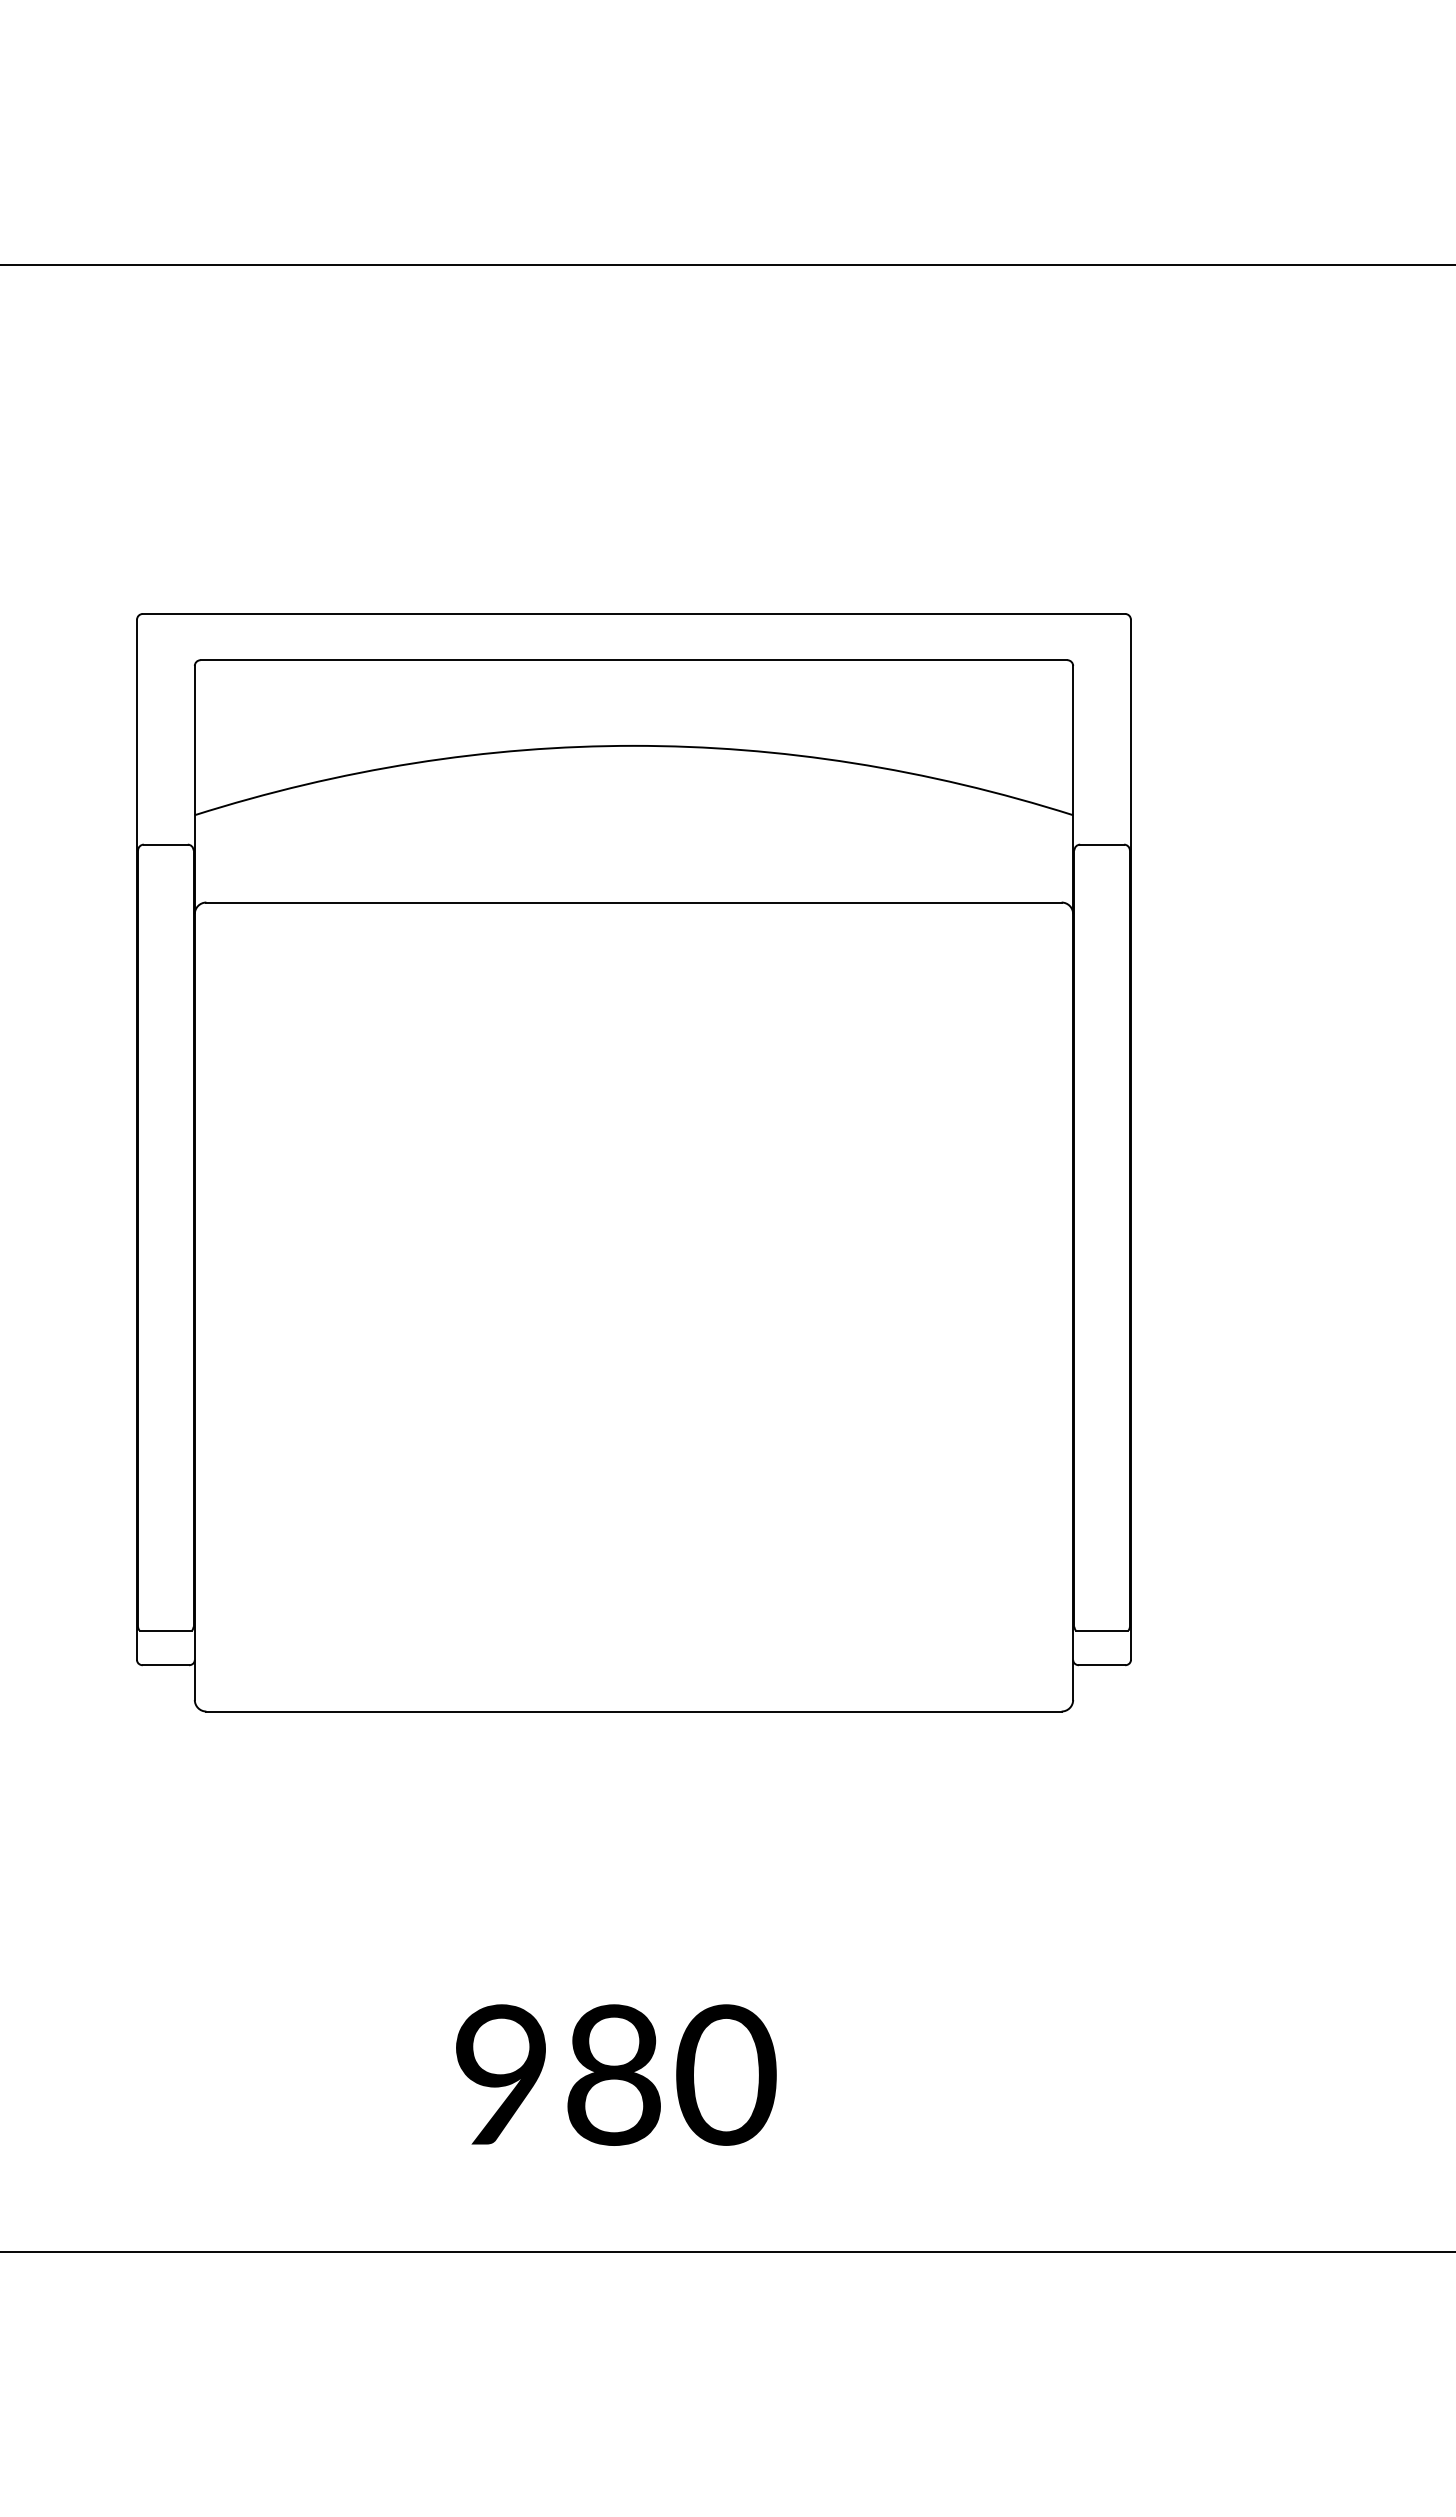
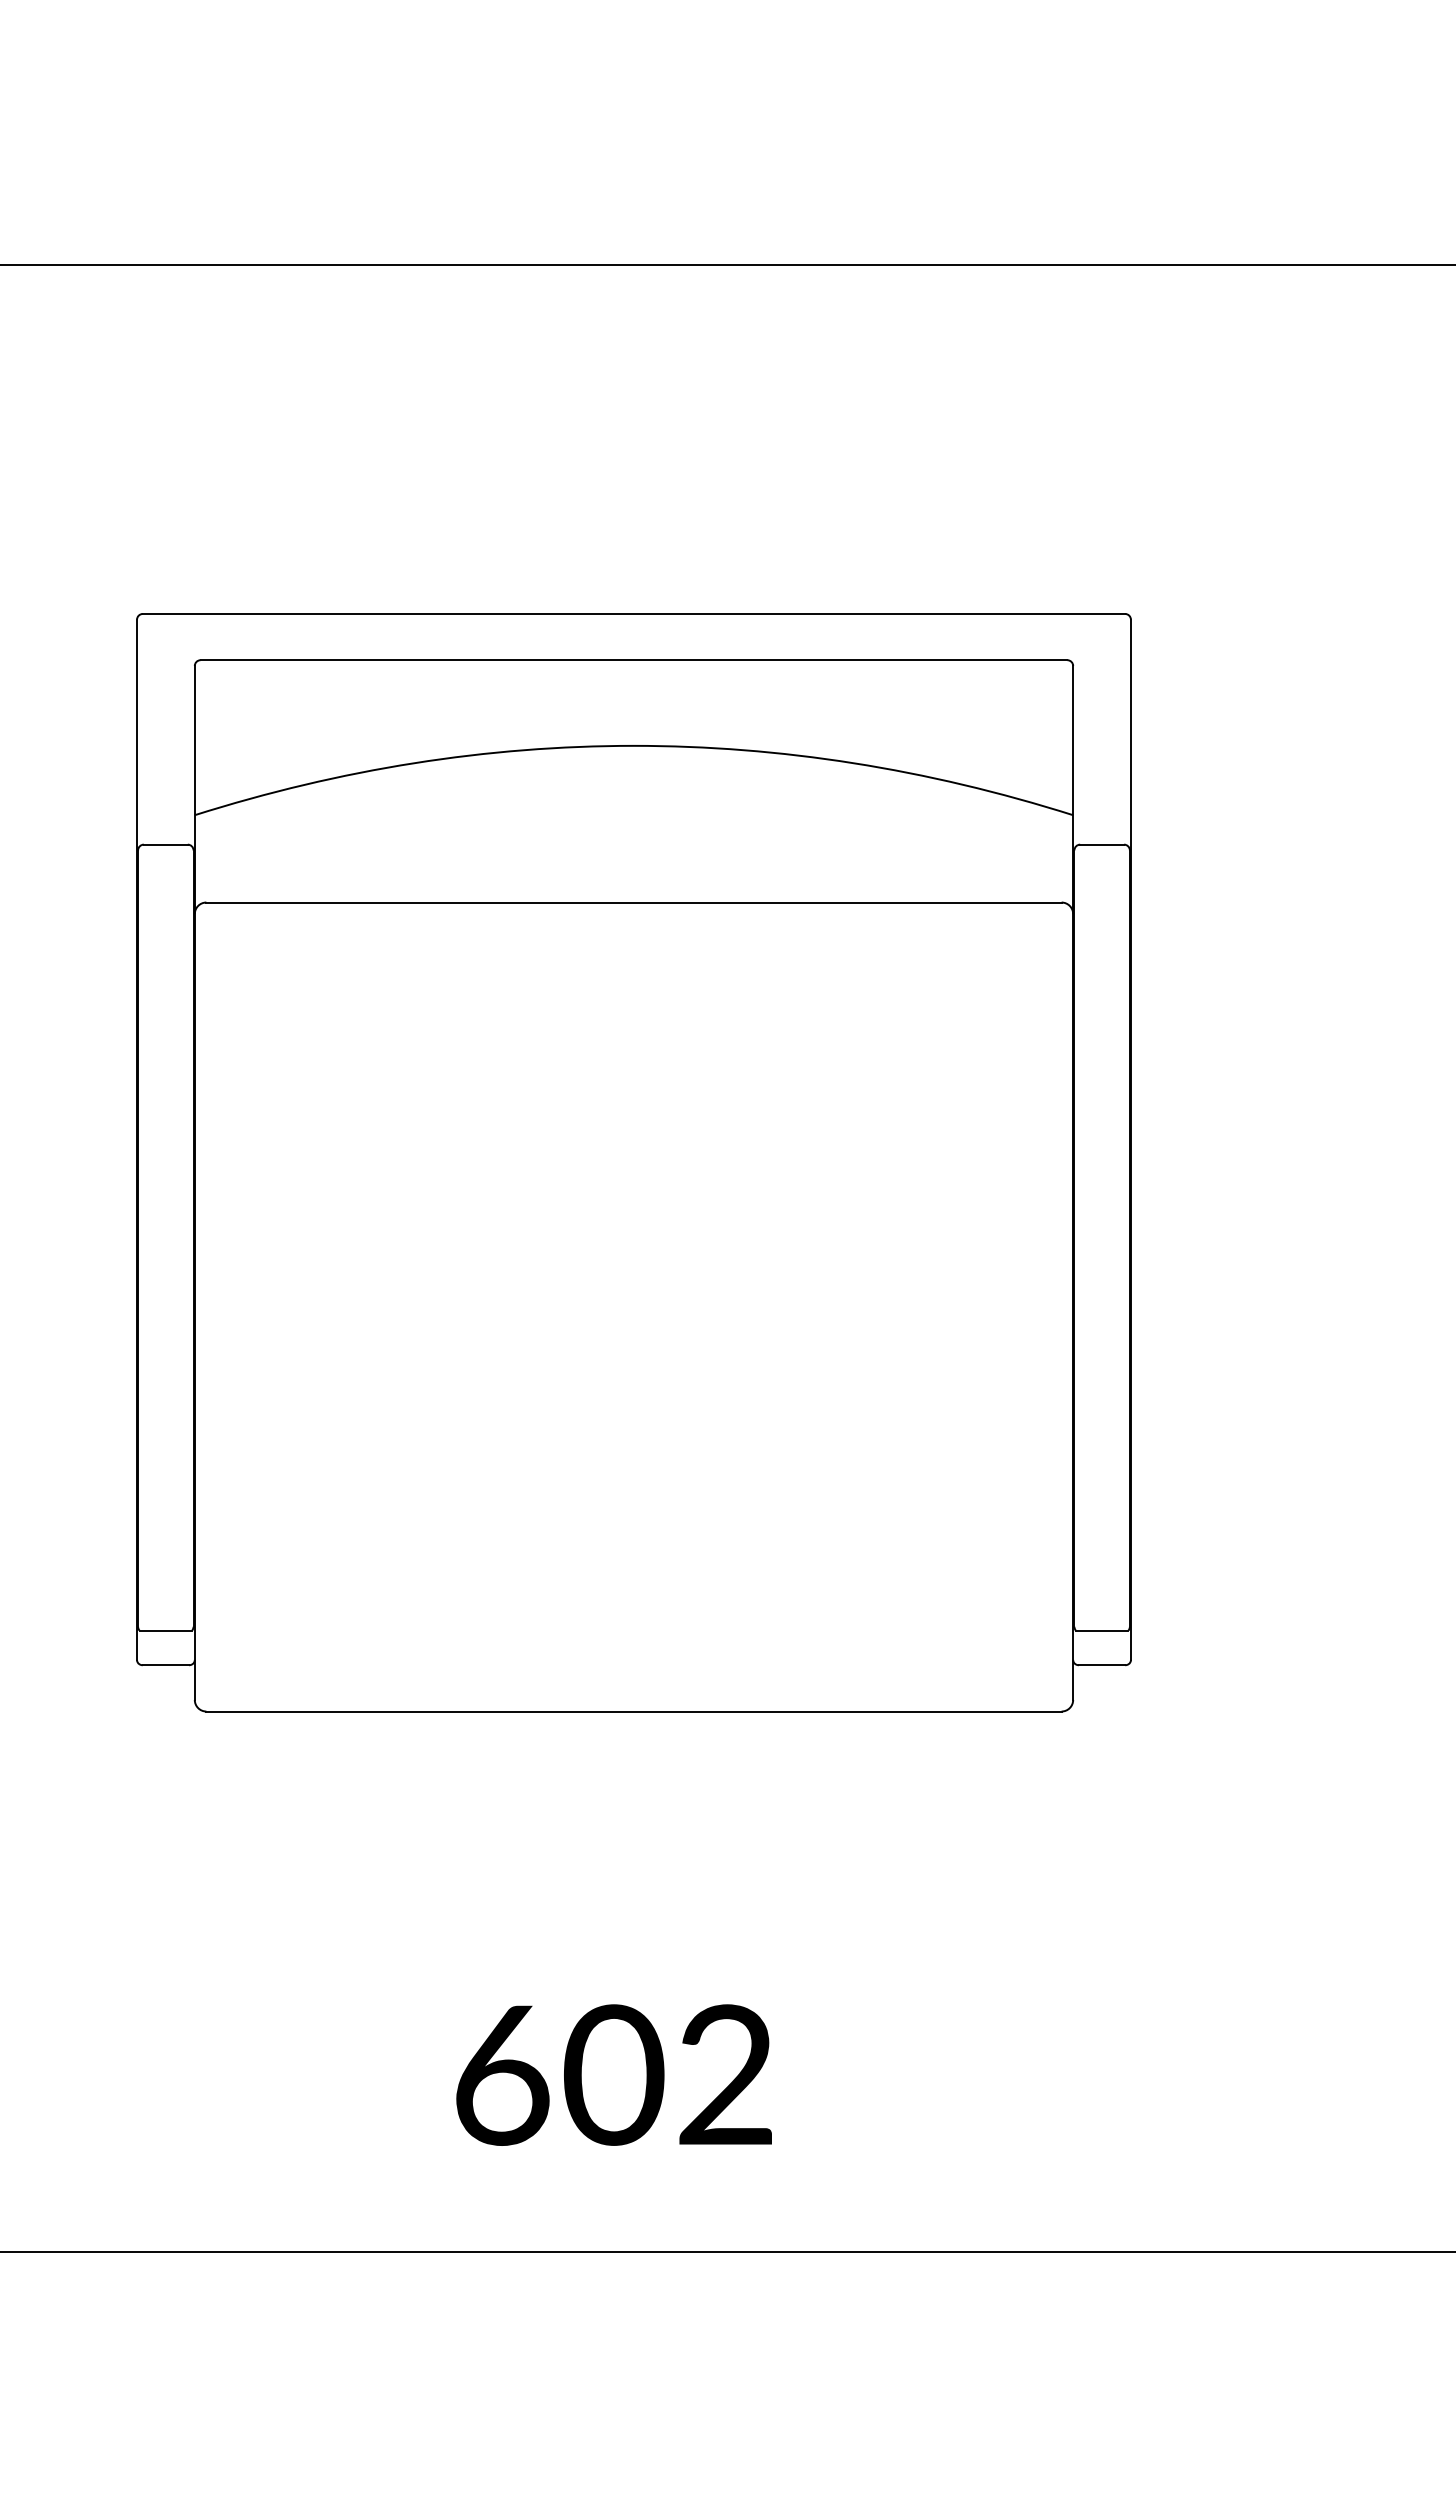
text at (616, 2074): 980 -> 602
